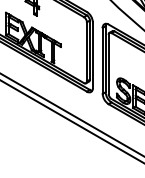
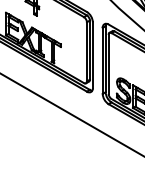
line at (71, 121): present -> none
